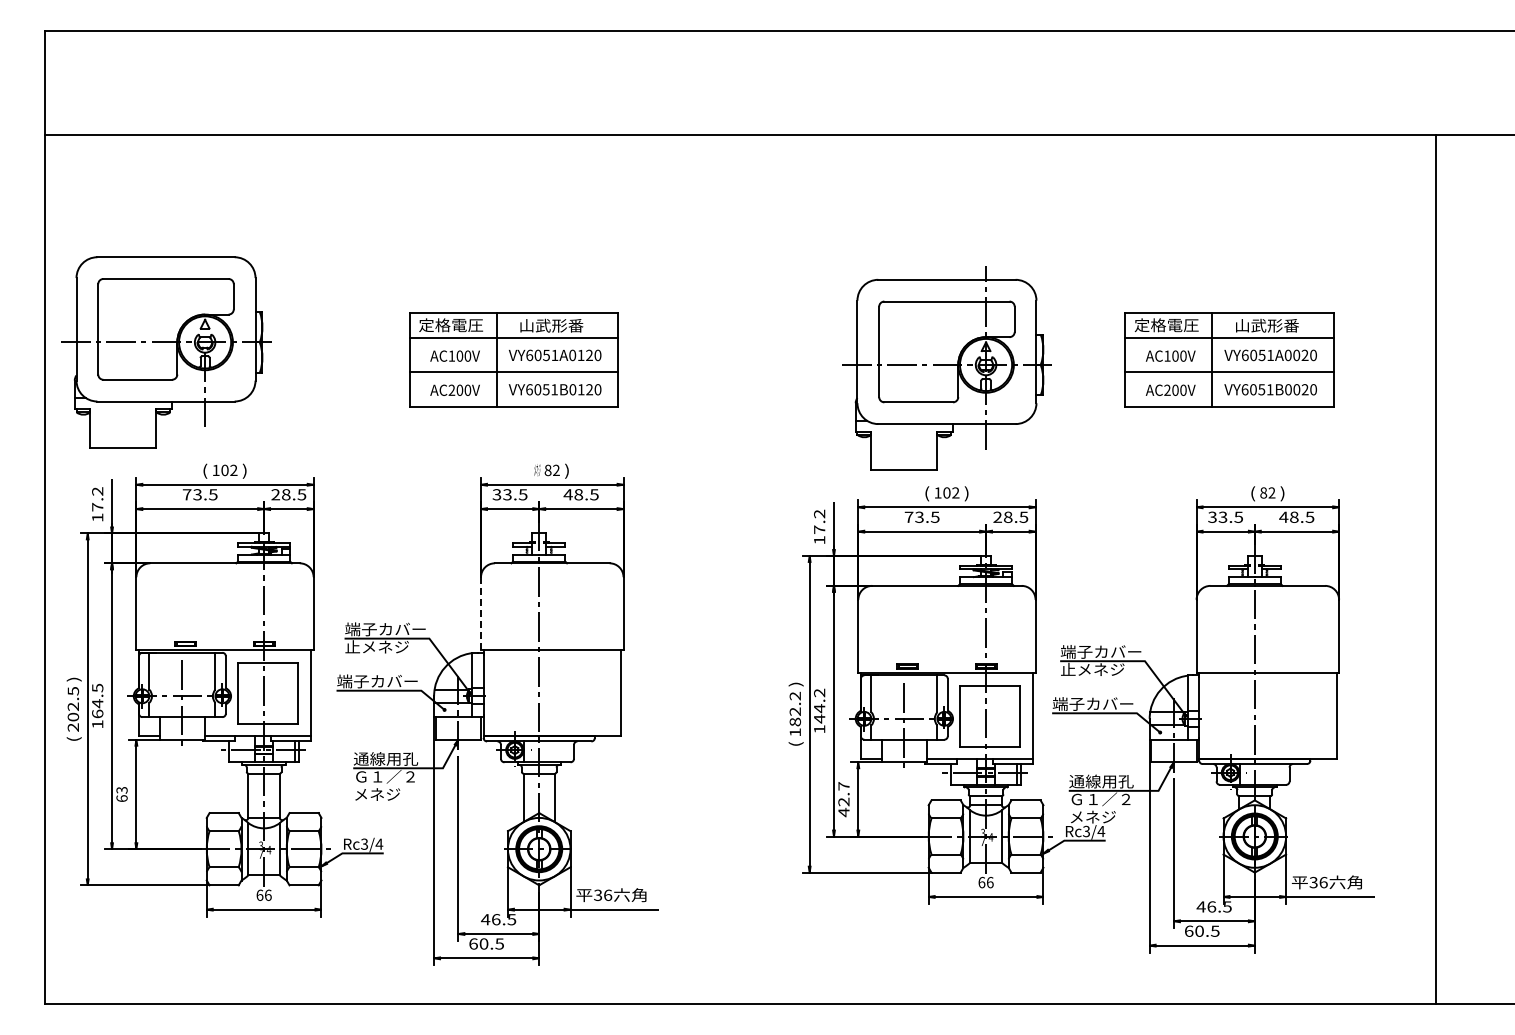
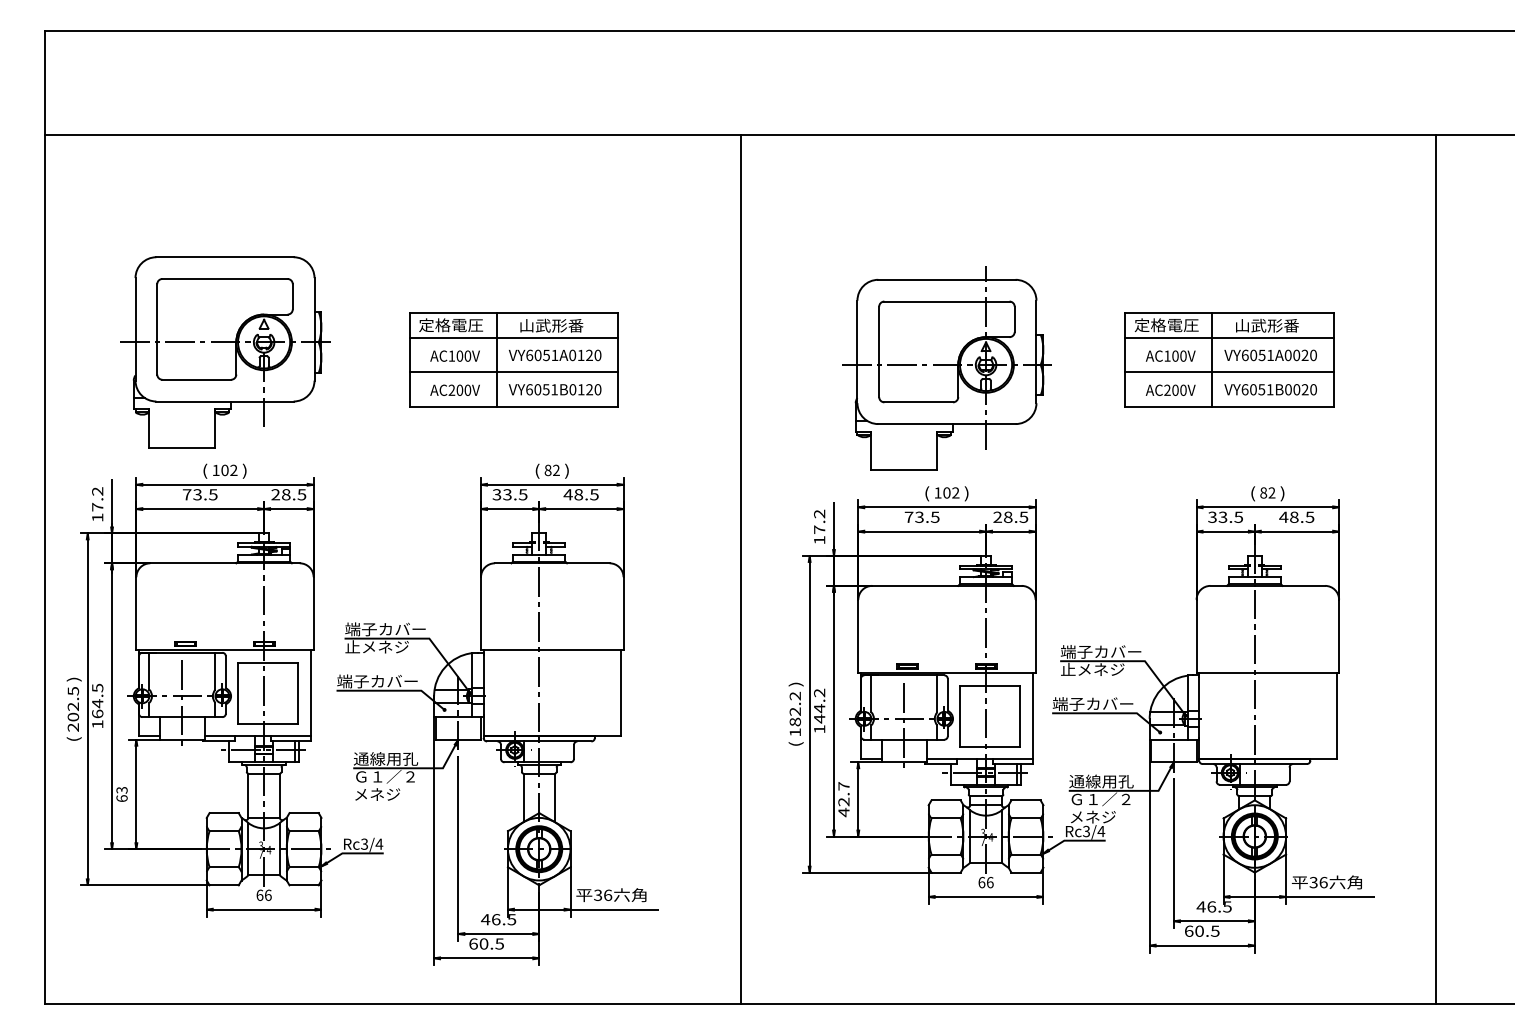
part at (166, 352) position: (166, 352) -> (225, 352)
text at (537, 470): メネジ -> (
line at (740, 569): none -> present
line at (481, 614): dashed -> solid
